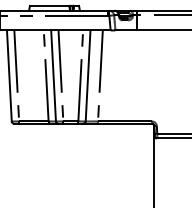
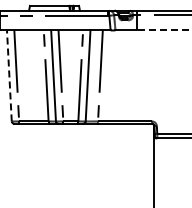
line at (163, 30): solid -> dashed
line at (9, 75): solid -> dashed
